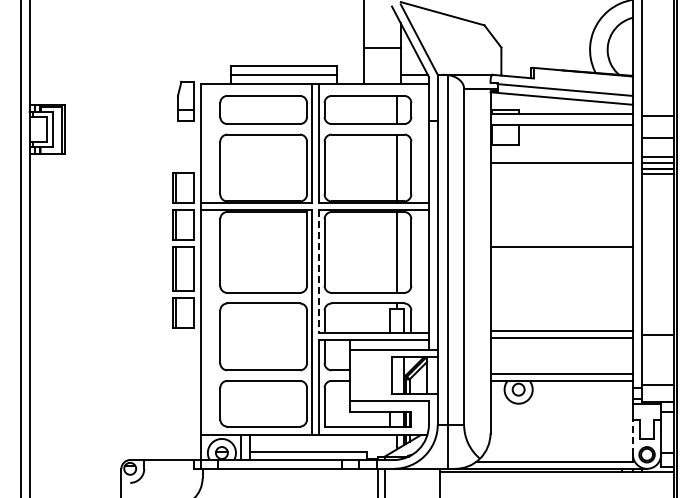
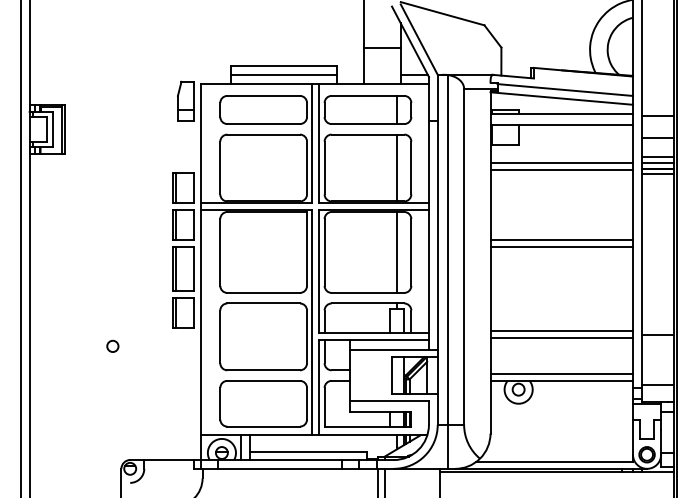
line at (561, 170): none -> present
line at (561, 240): none -> present
line at (319, 271): dashed -> solid
circle at (112, 345): none -> present
line at (632, 436): dashed -> solid
